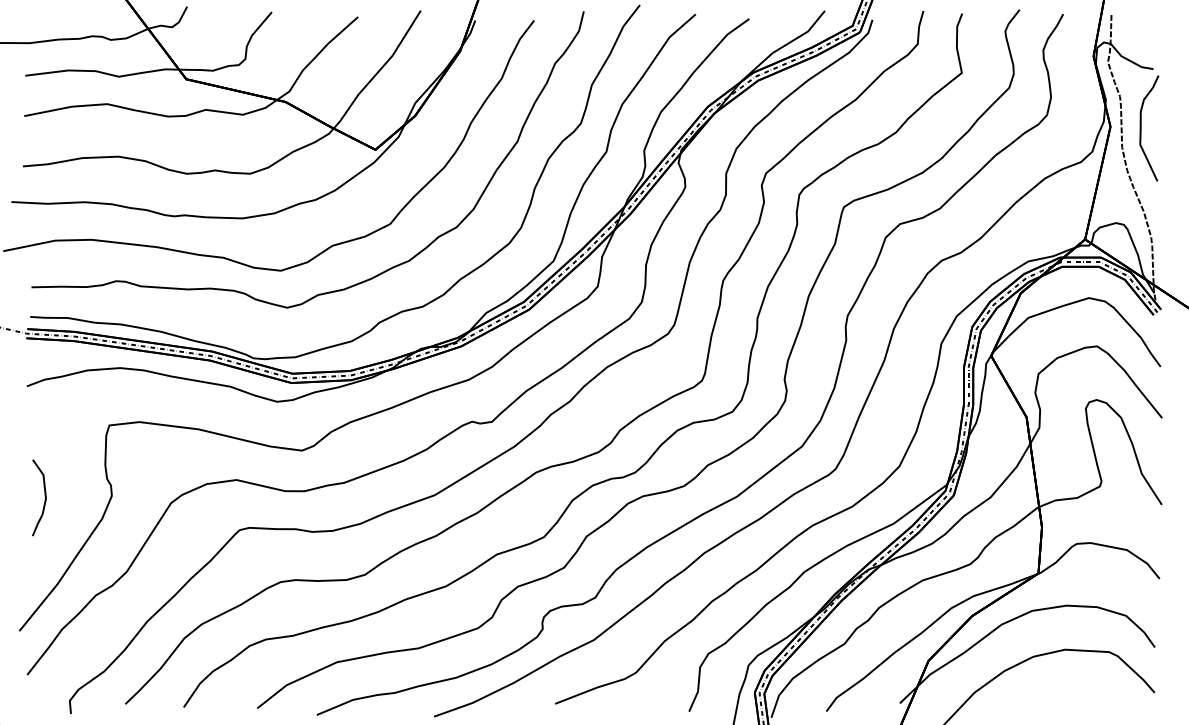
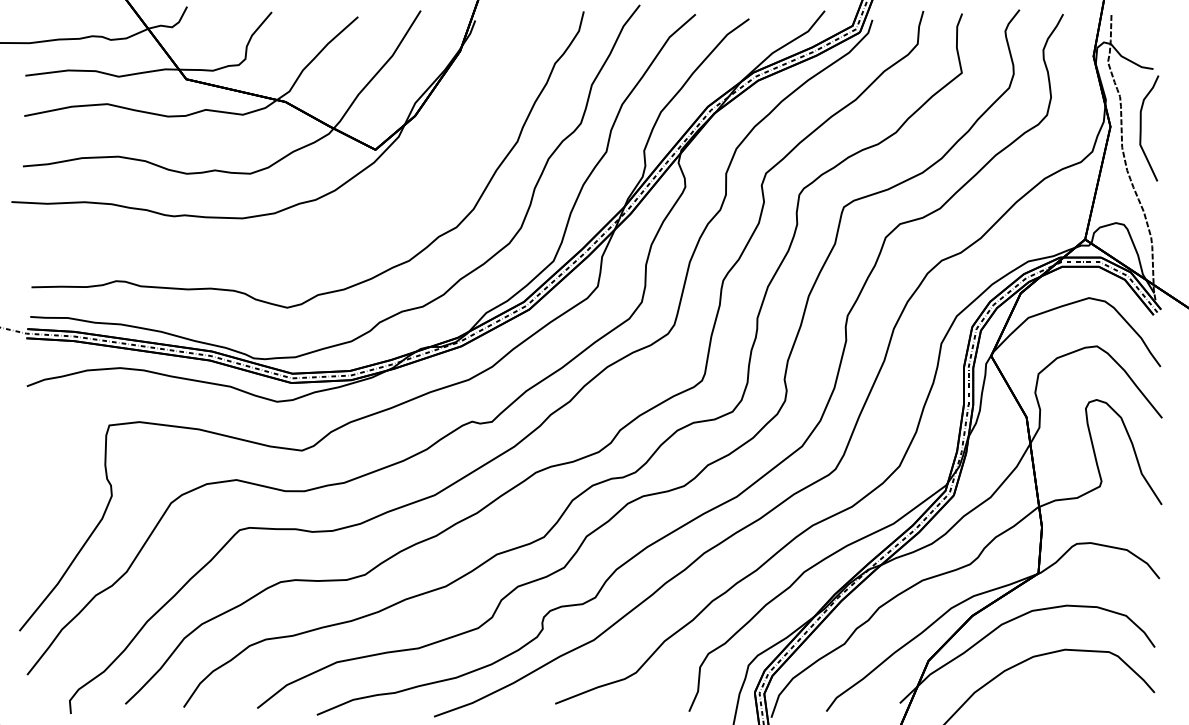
curve at (332, 244): present -> none
curve at (44, 496): present -> none
